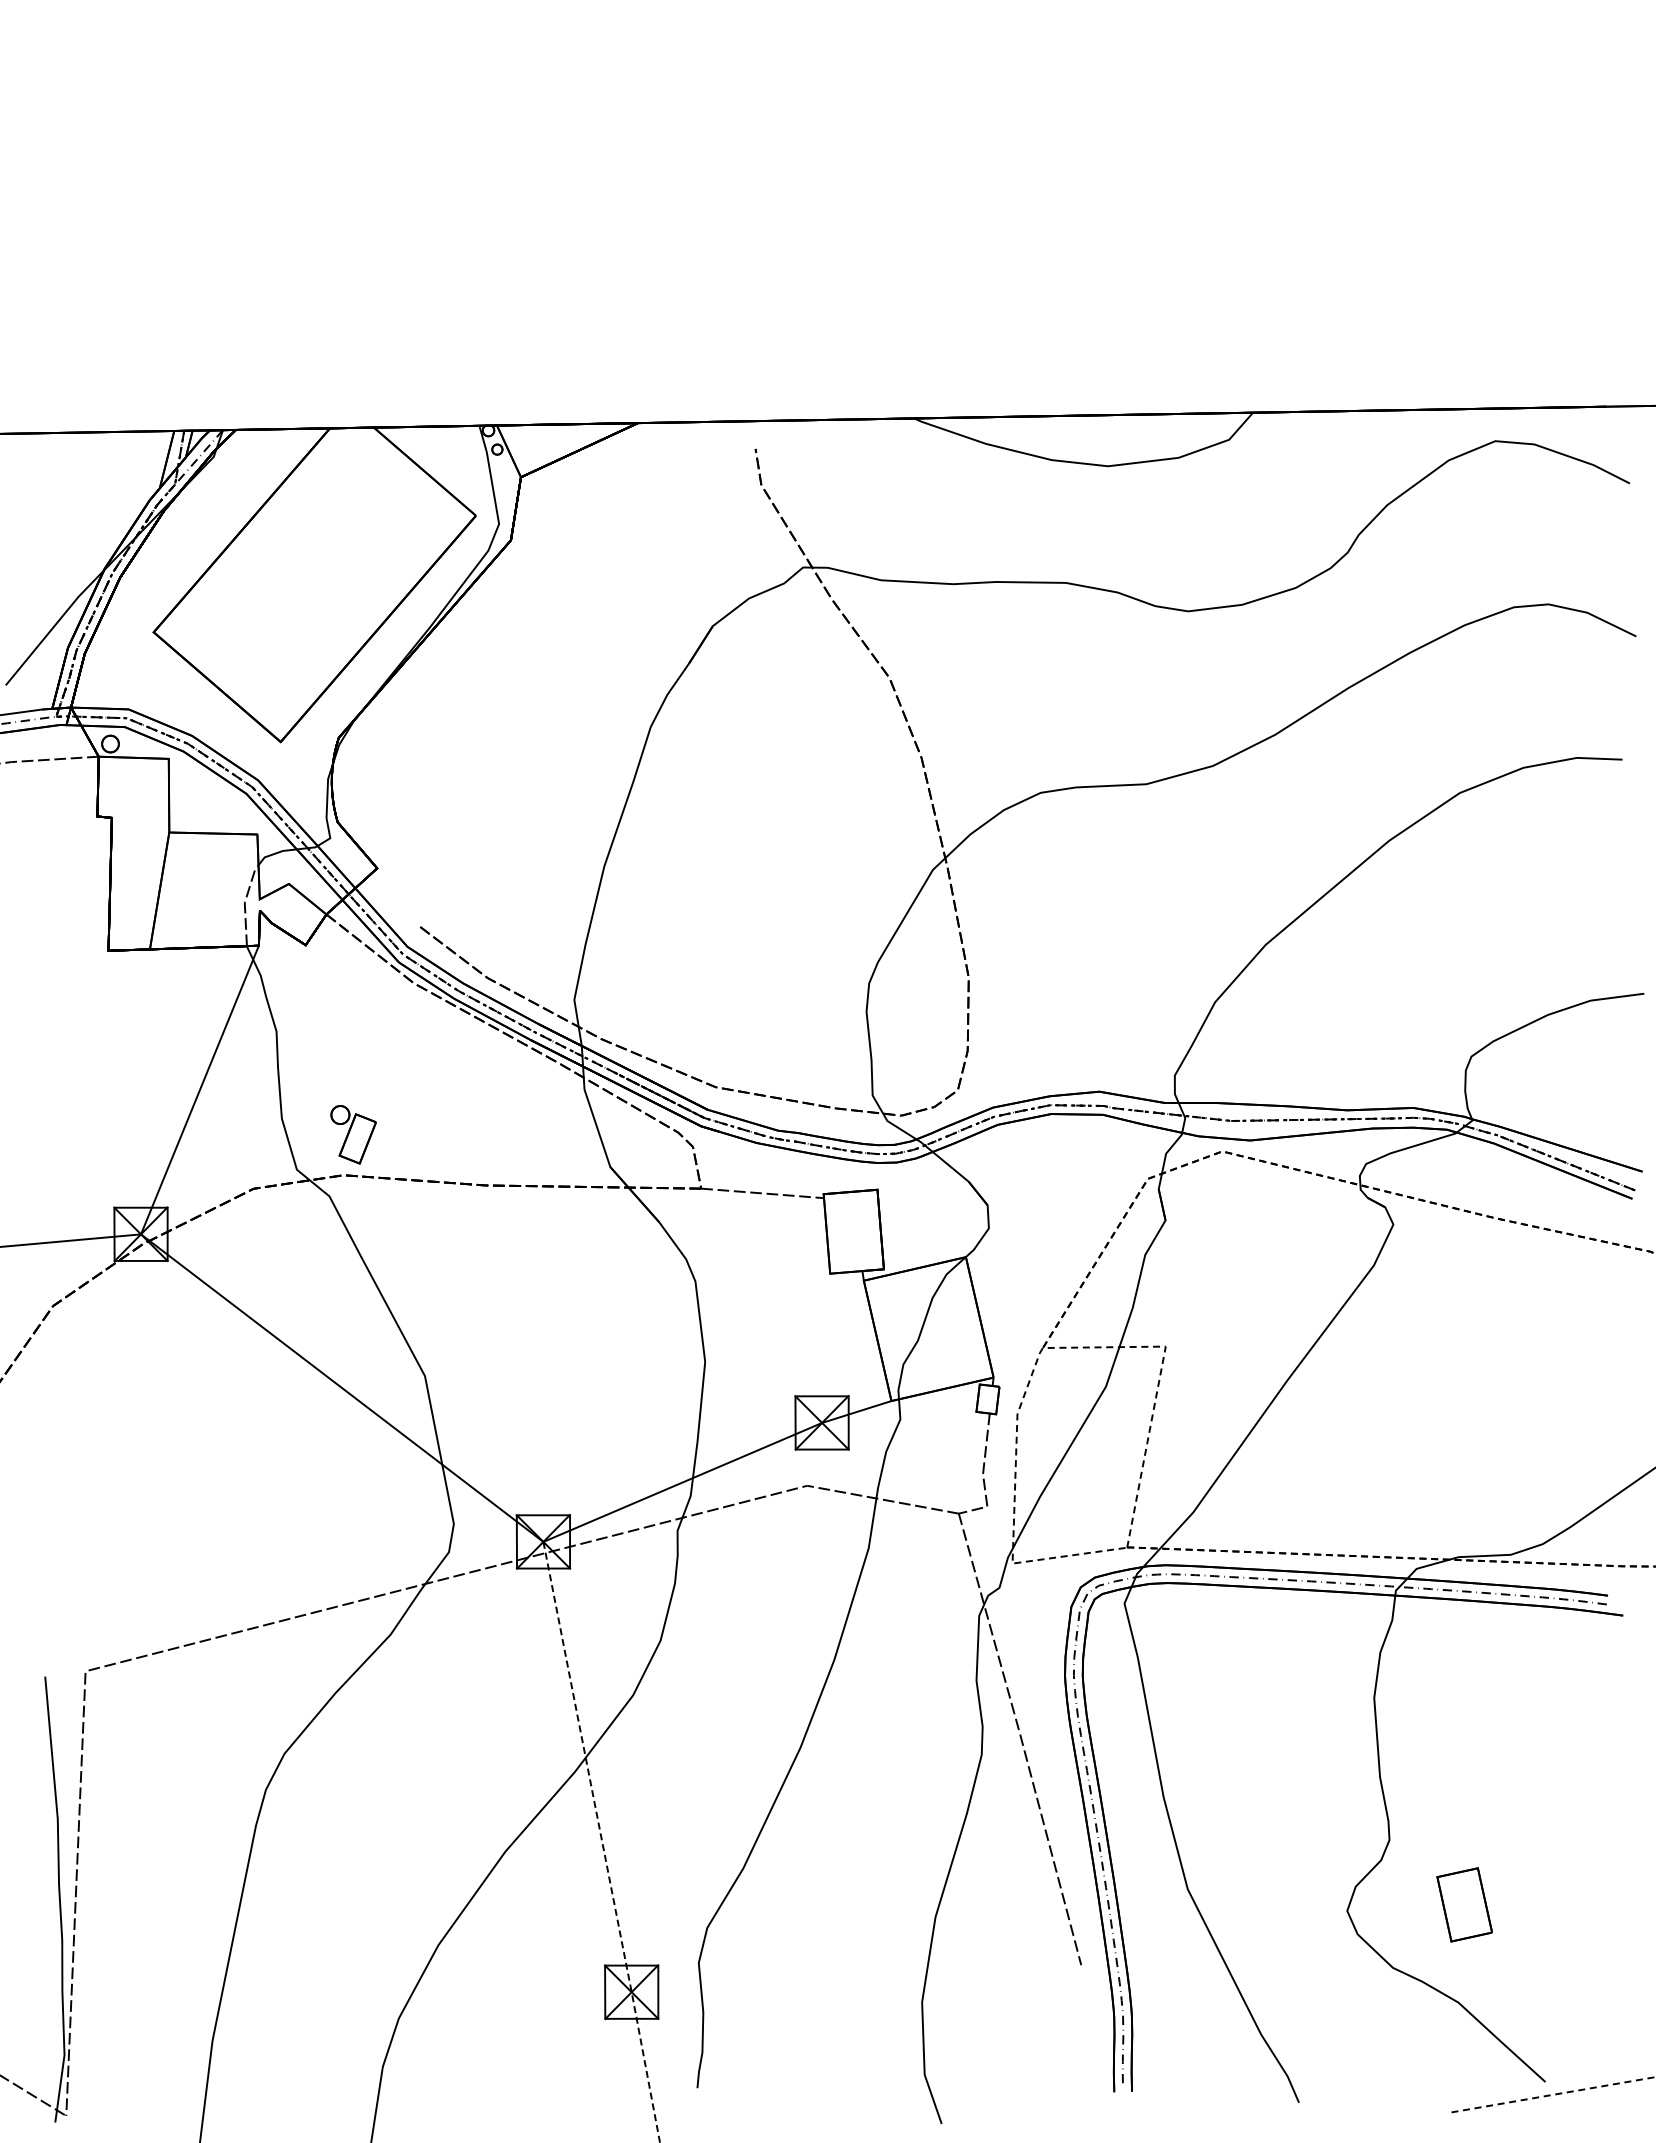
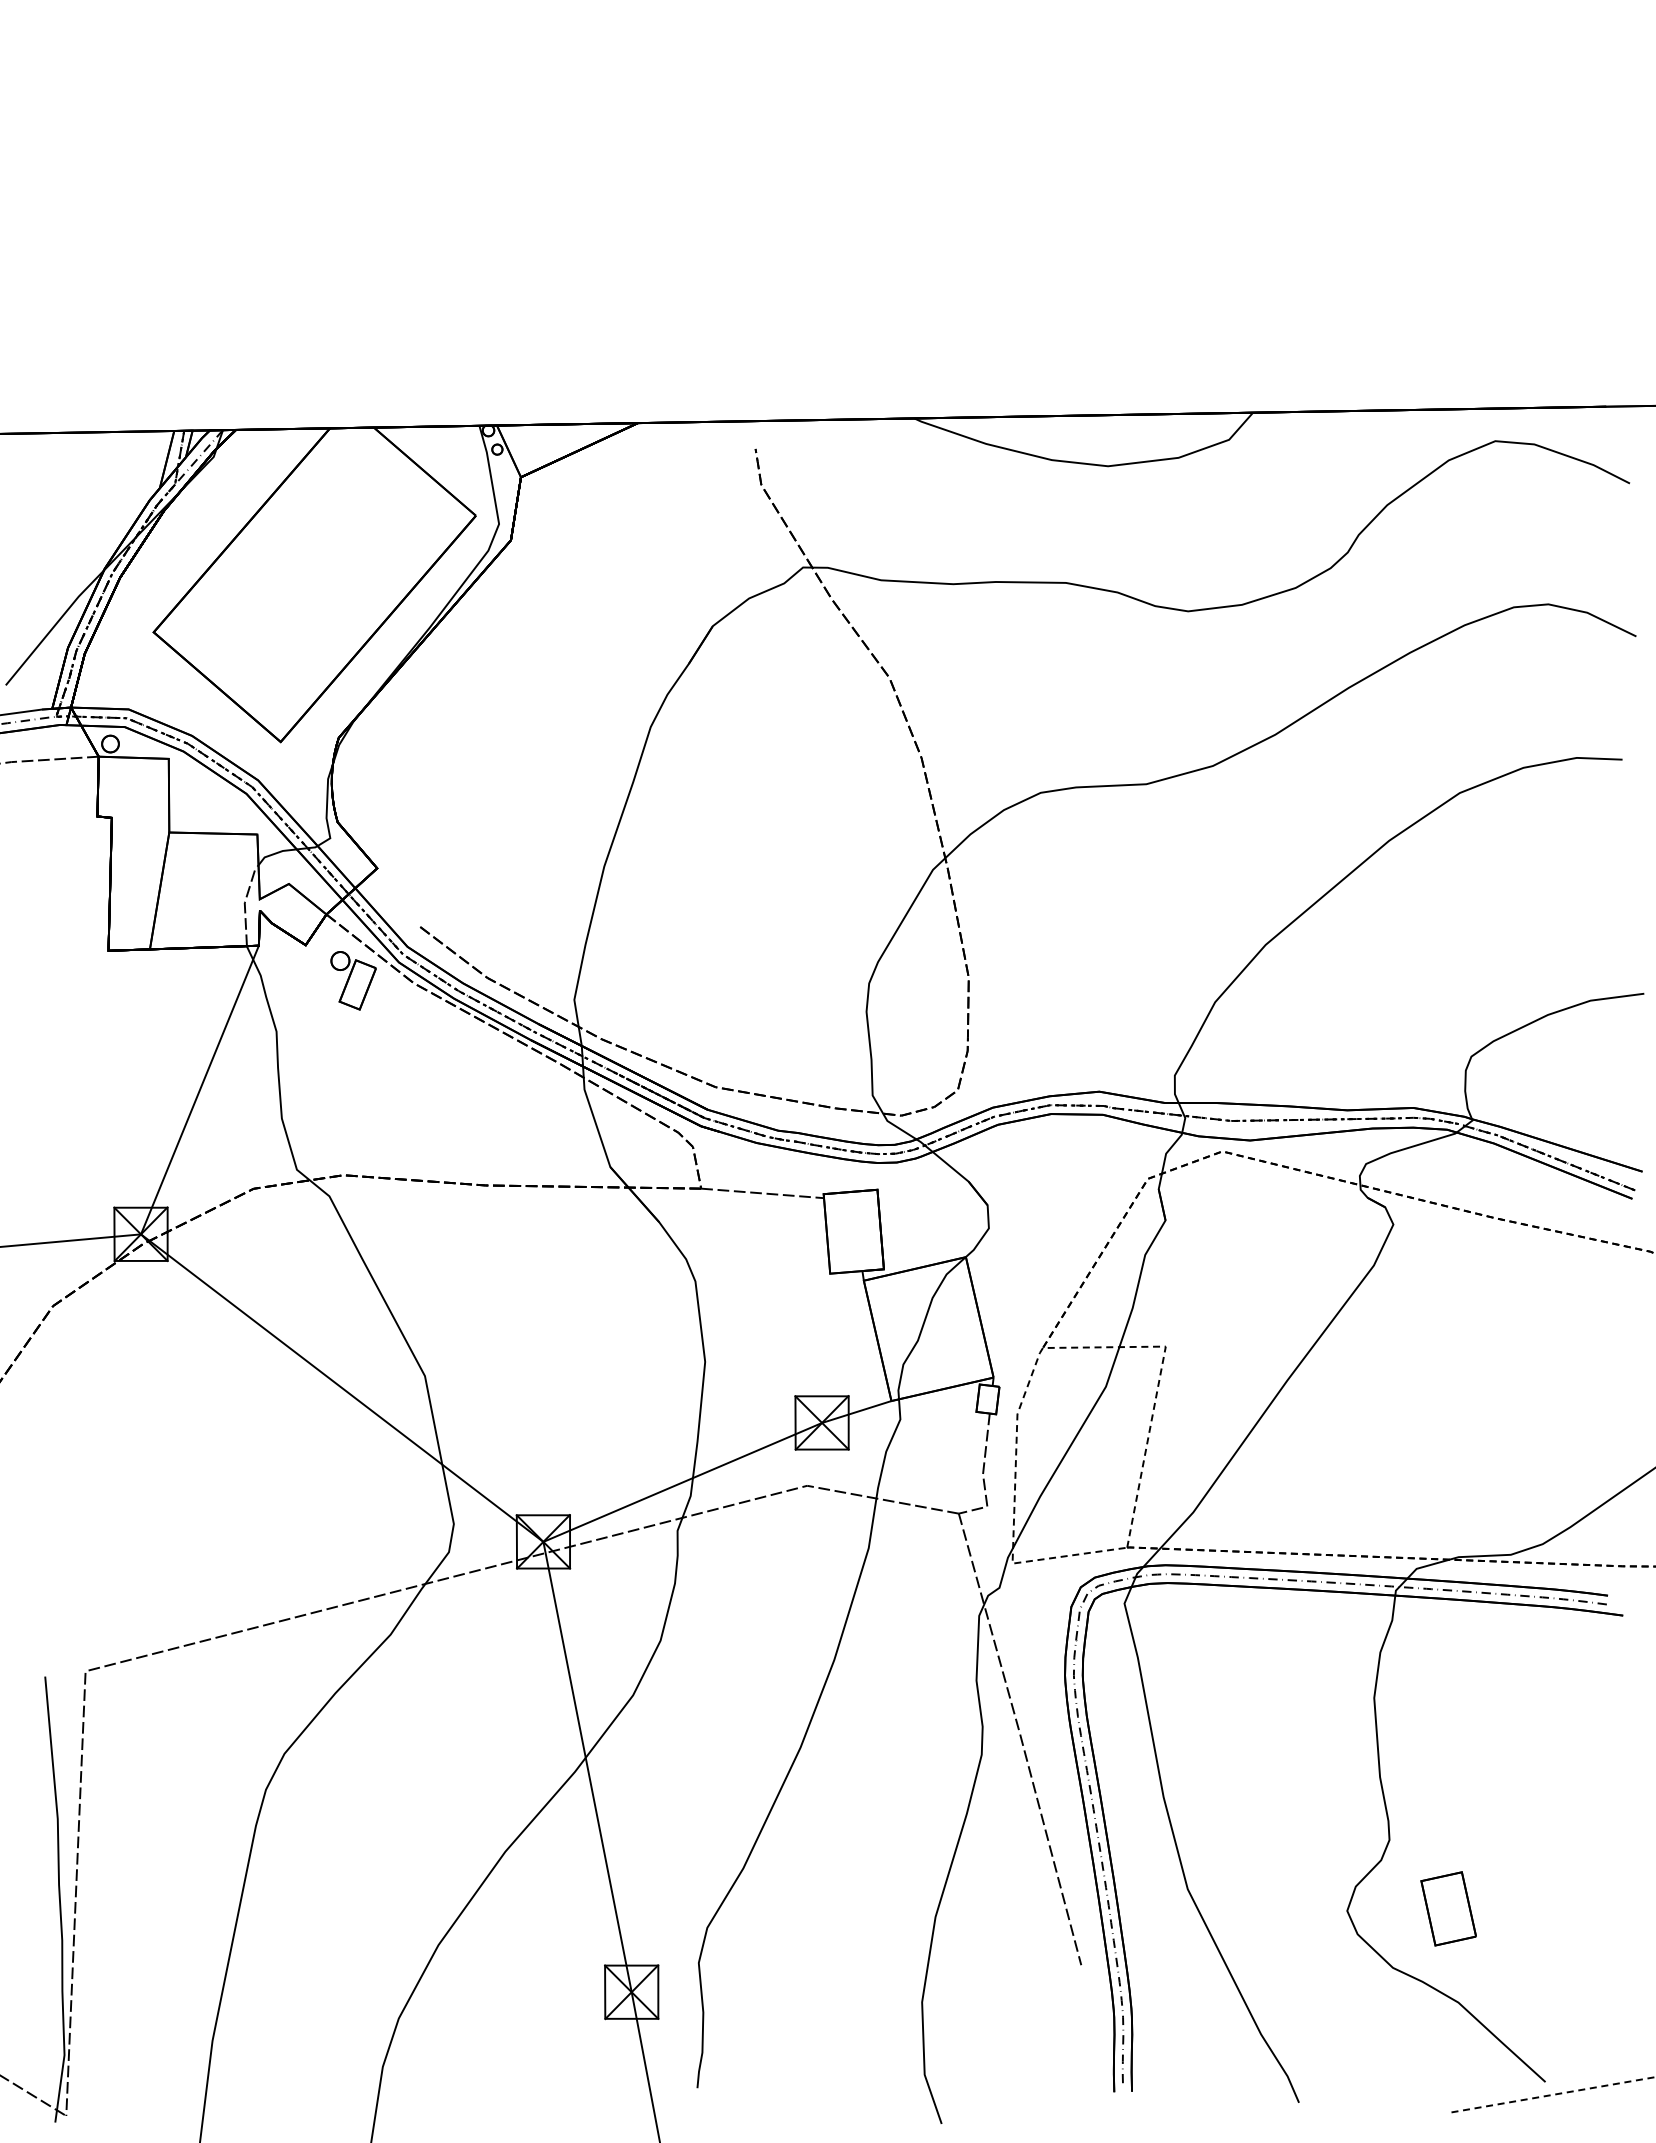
part at (353, 1134) position: (353, 1134) -> (353, 980)
line at (602, 1843): dashed -> solid
part at (1464, 1904) position: (1464, 1904) -> (1448, 1908)
